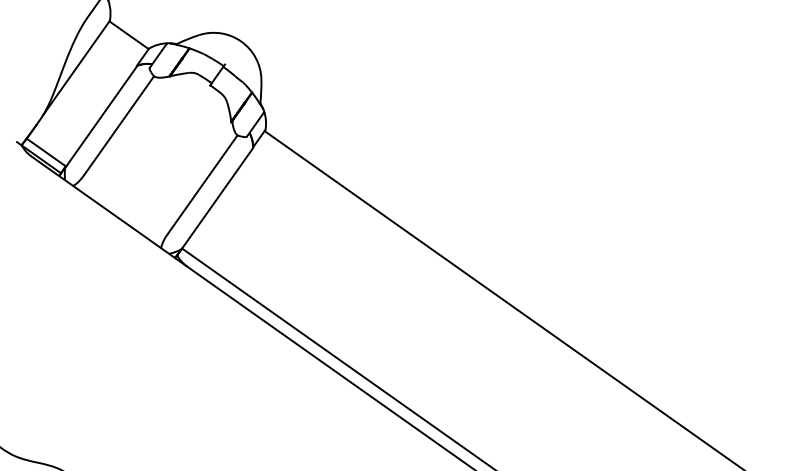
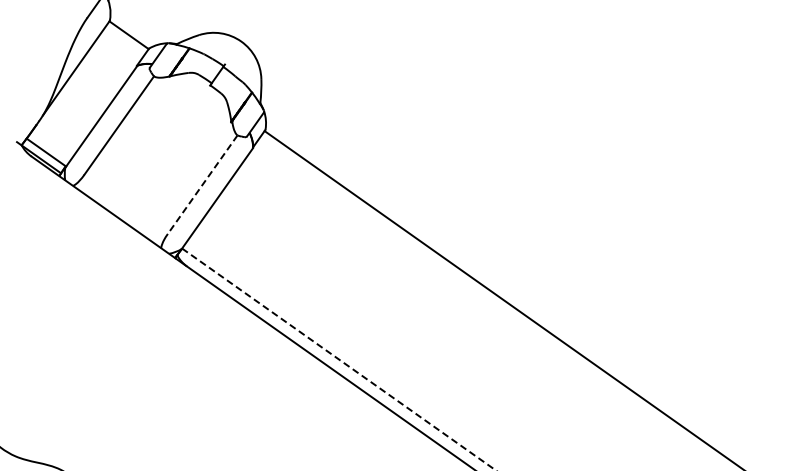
line at (202, 185): solid -> dashed
line at (339, 359): solid -> dashed
